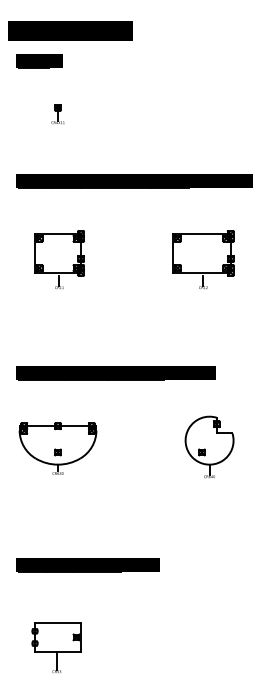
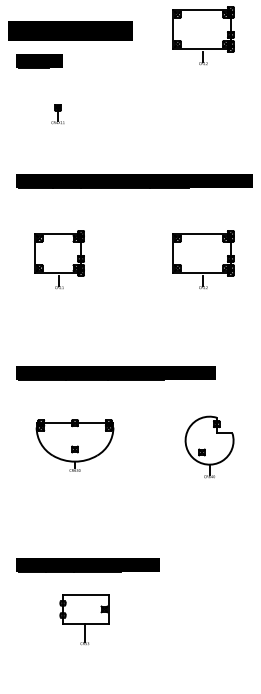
part at (203, 35): none -> present
part at (57, 448) position: (57, 448) -> (74, 445)
part at (56, 647) position: (56, 647) -> (84, 619)
